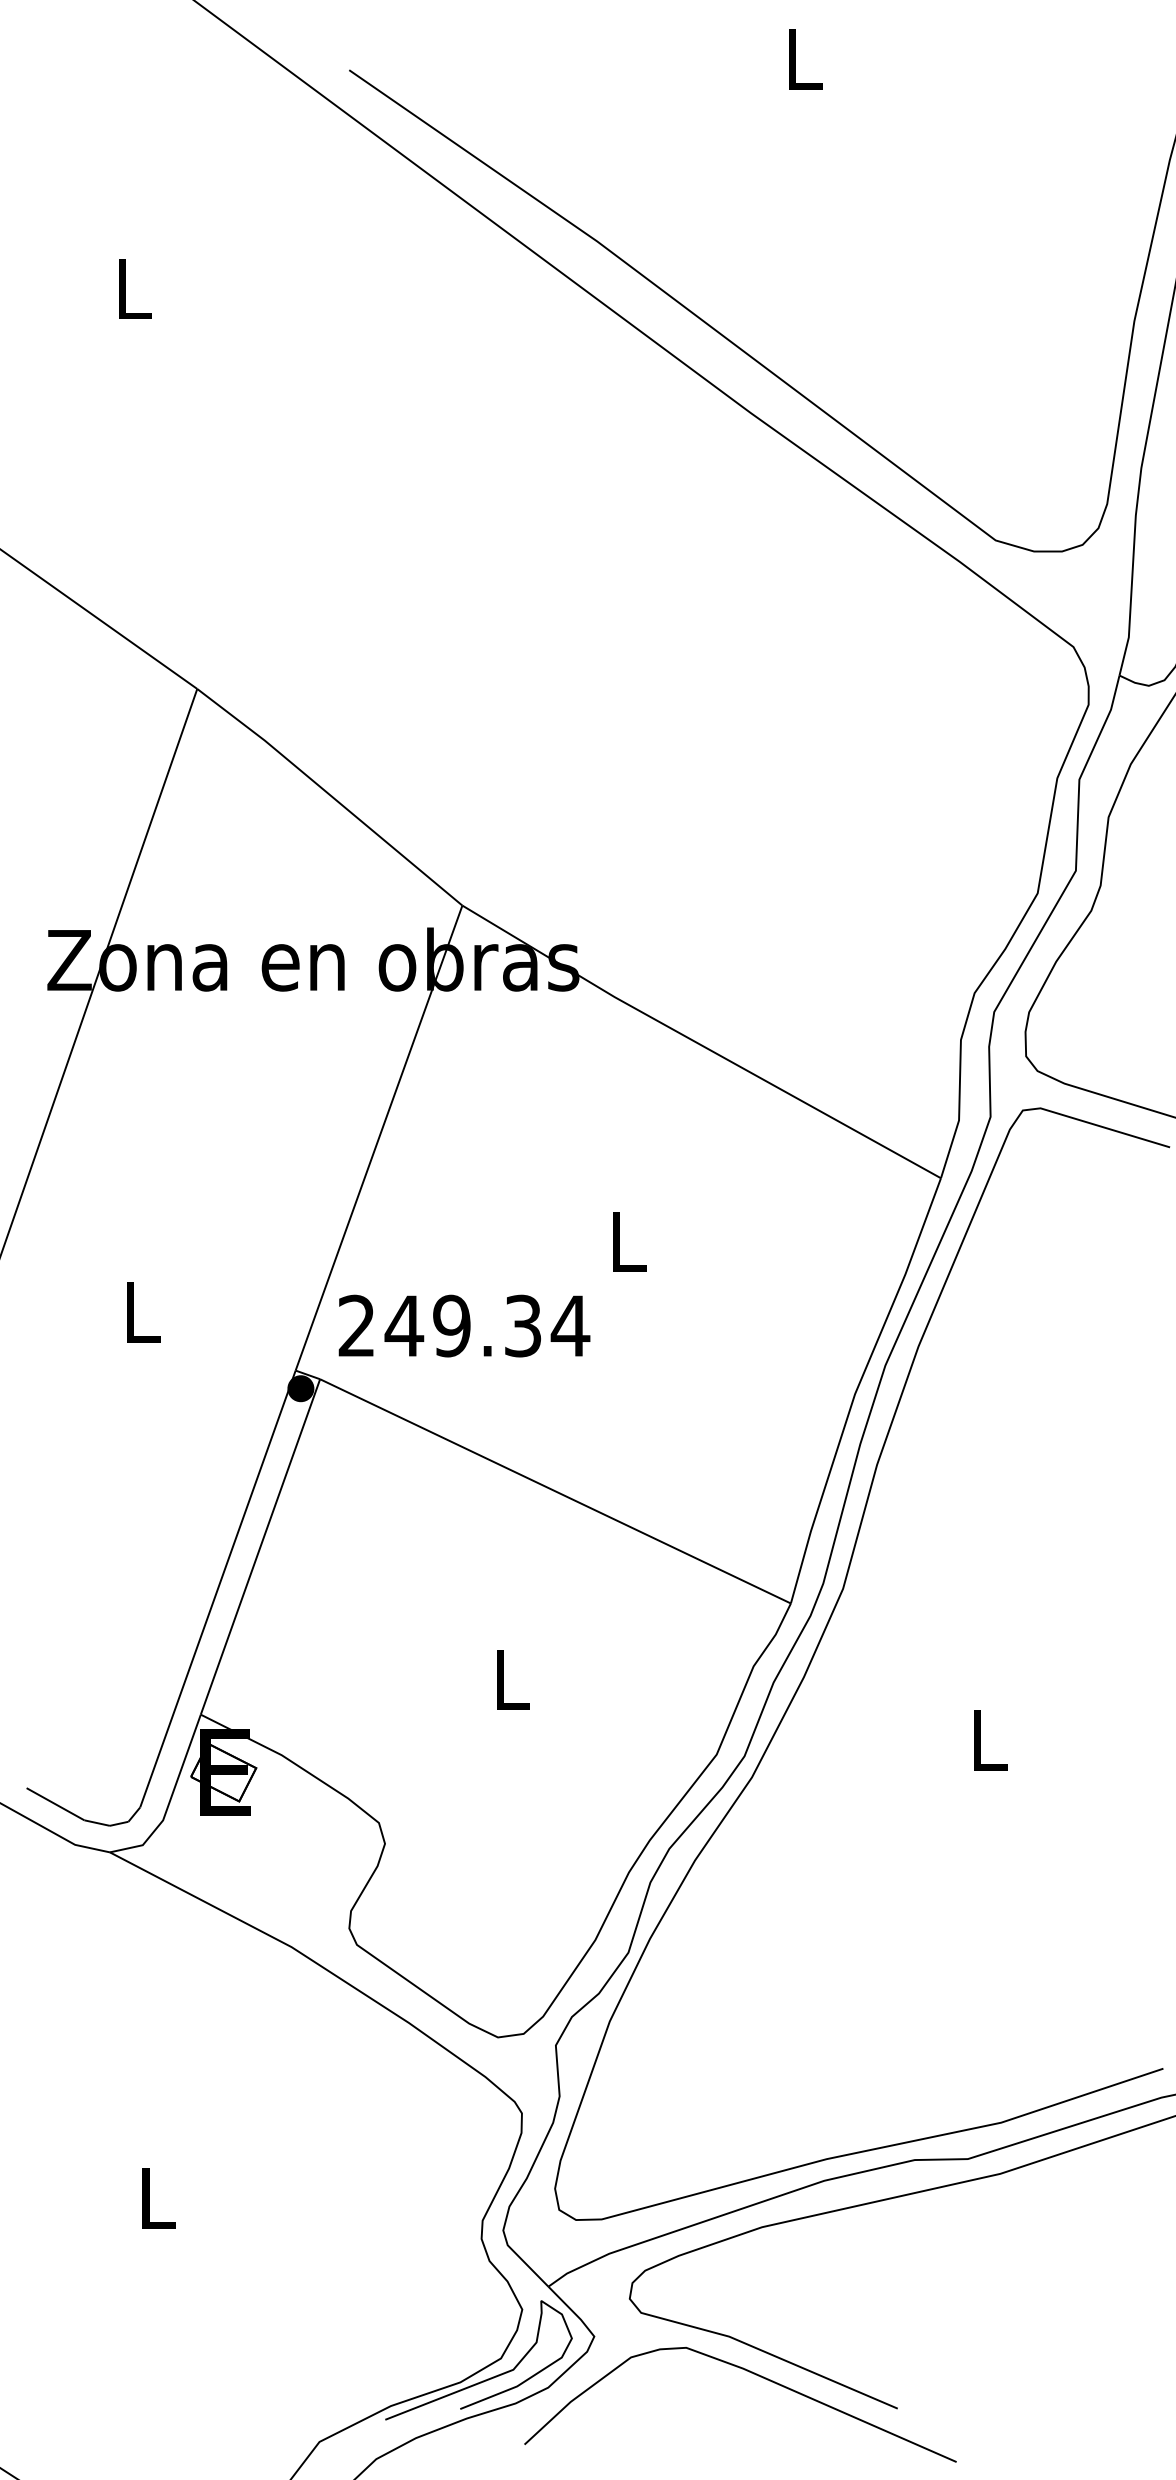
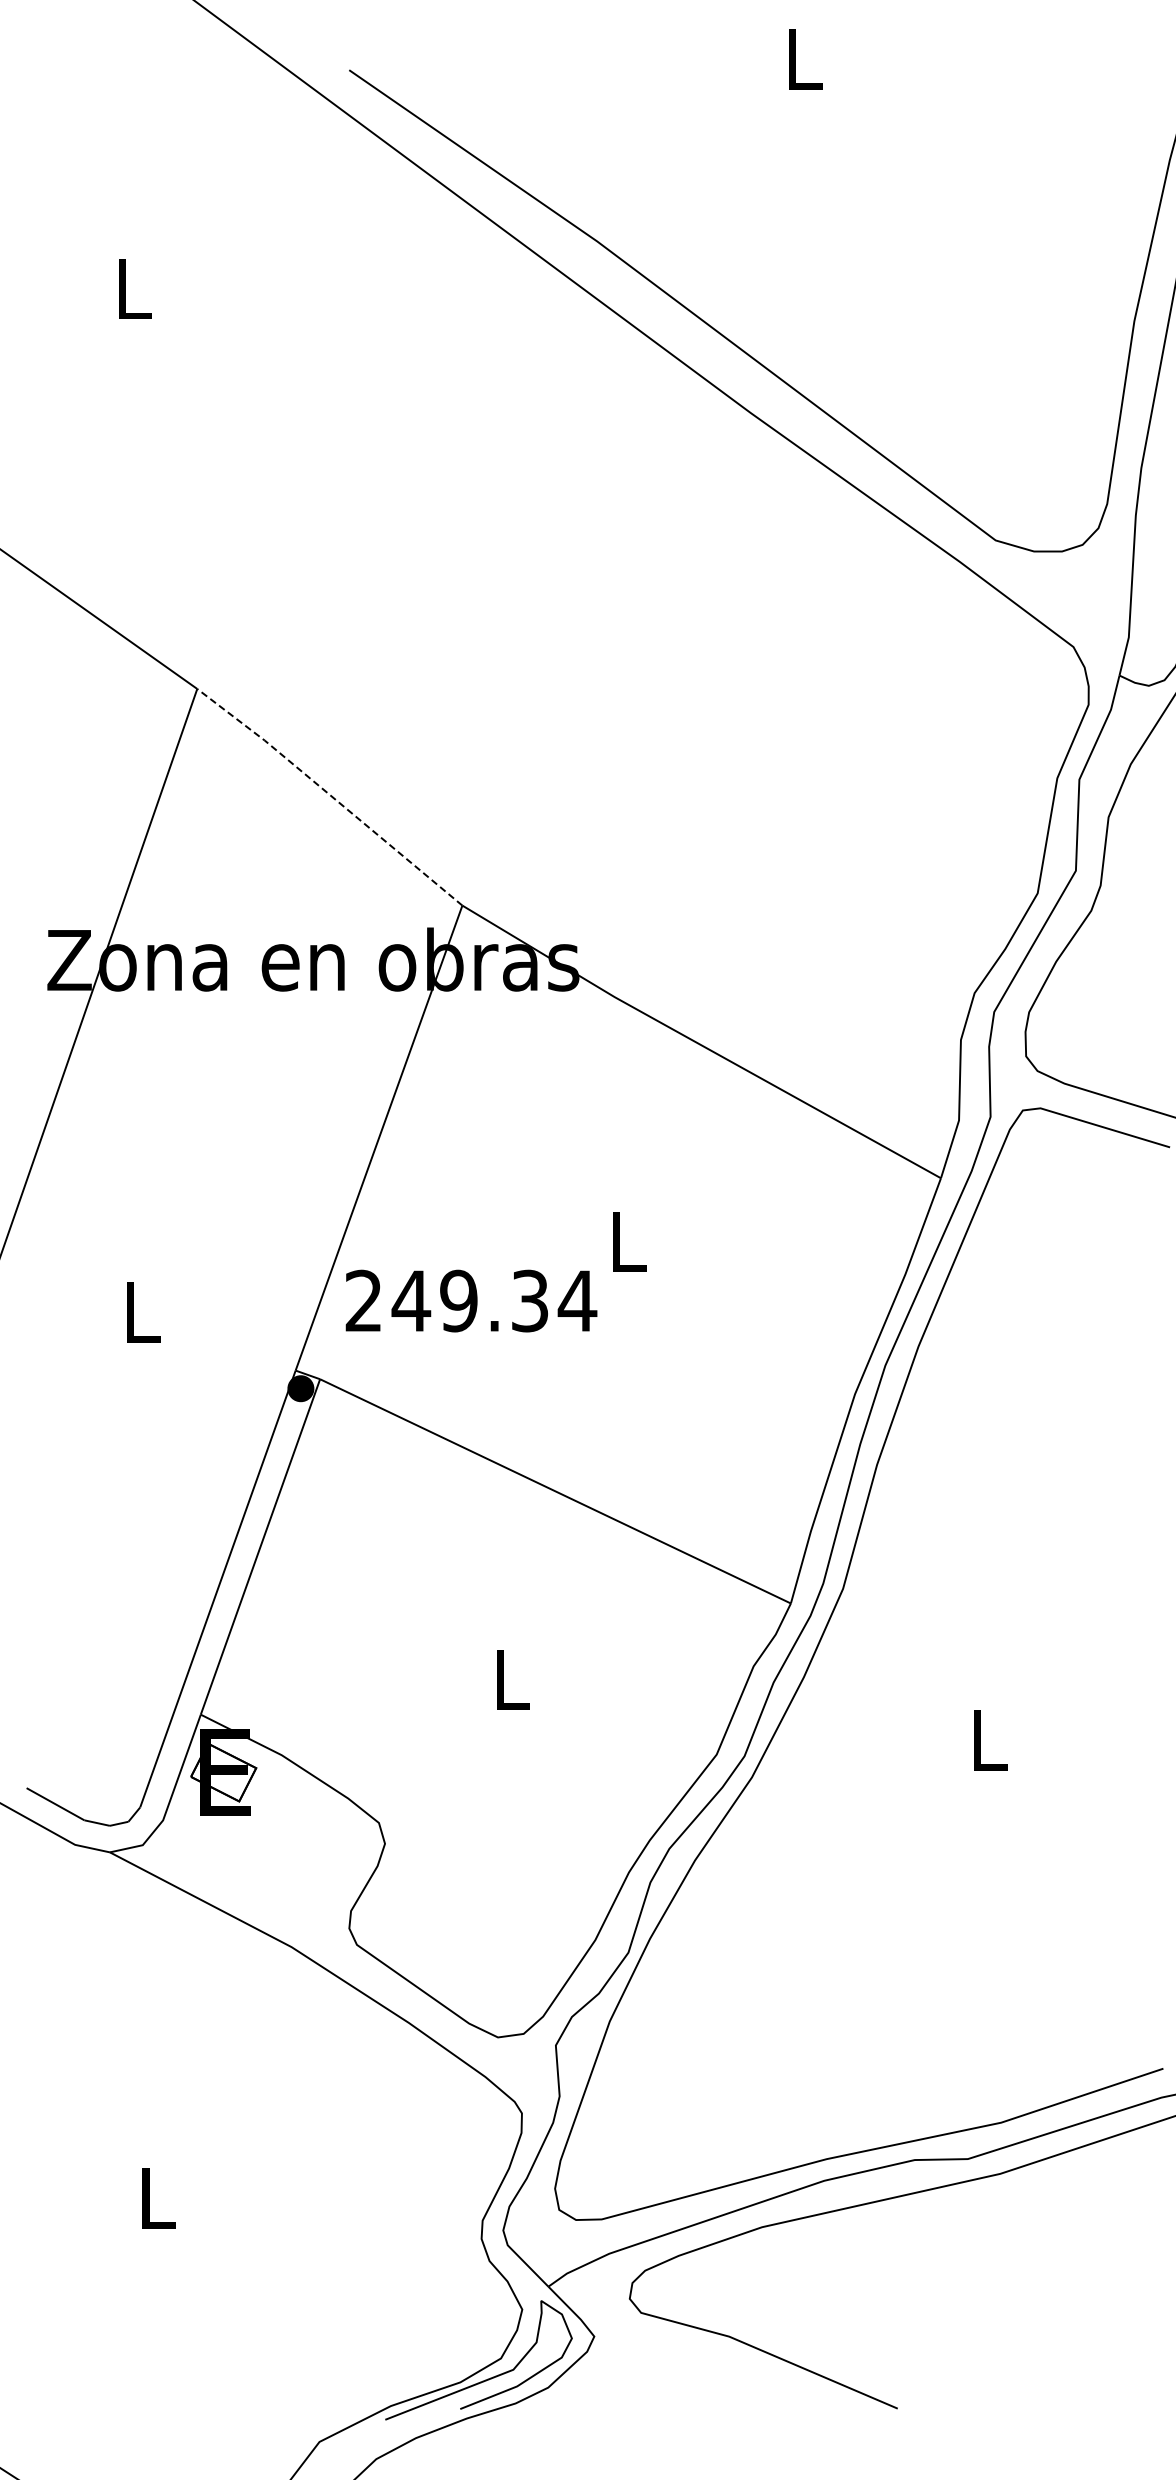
line at (330, 795): solid -> dashed
text at (464, 1325) position: (464, 1325) -> (471, 1300)
curve at (753, 2374): present -> none
